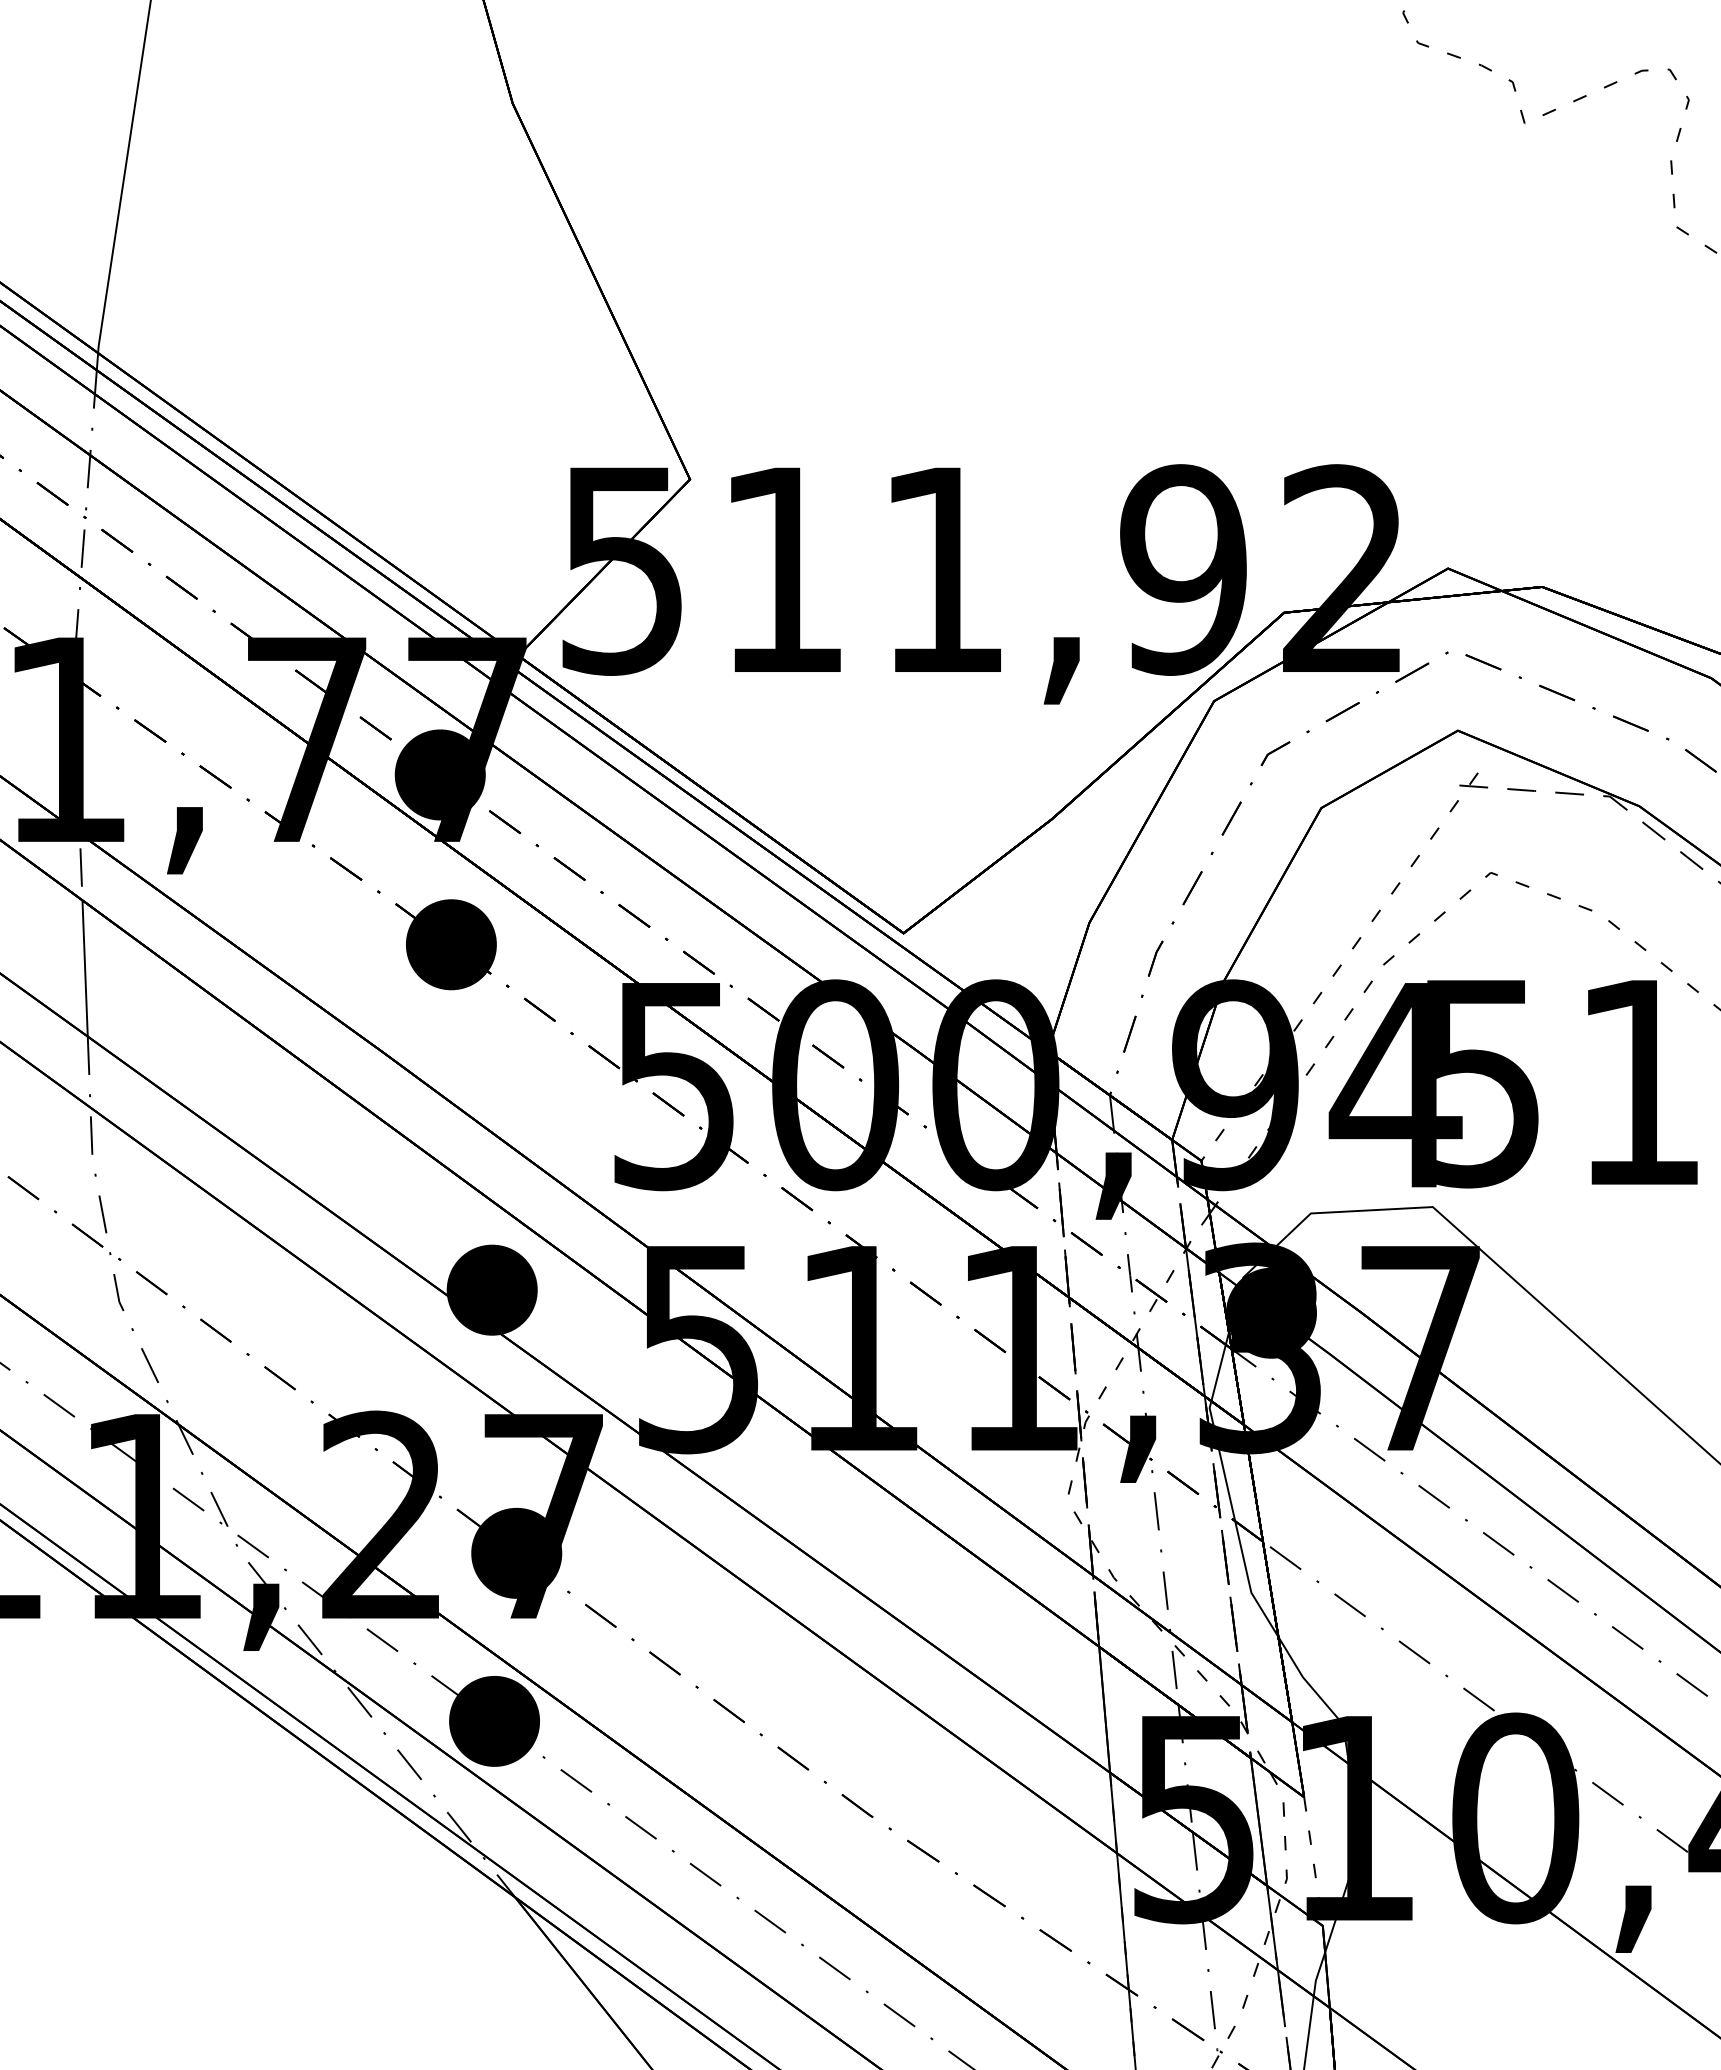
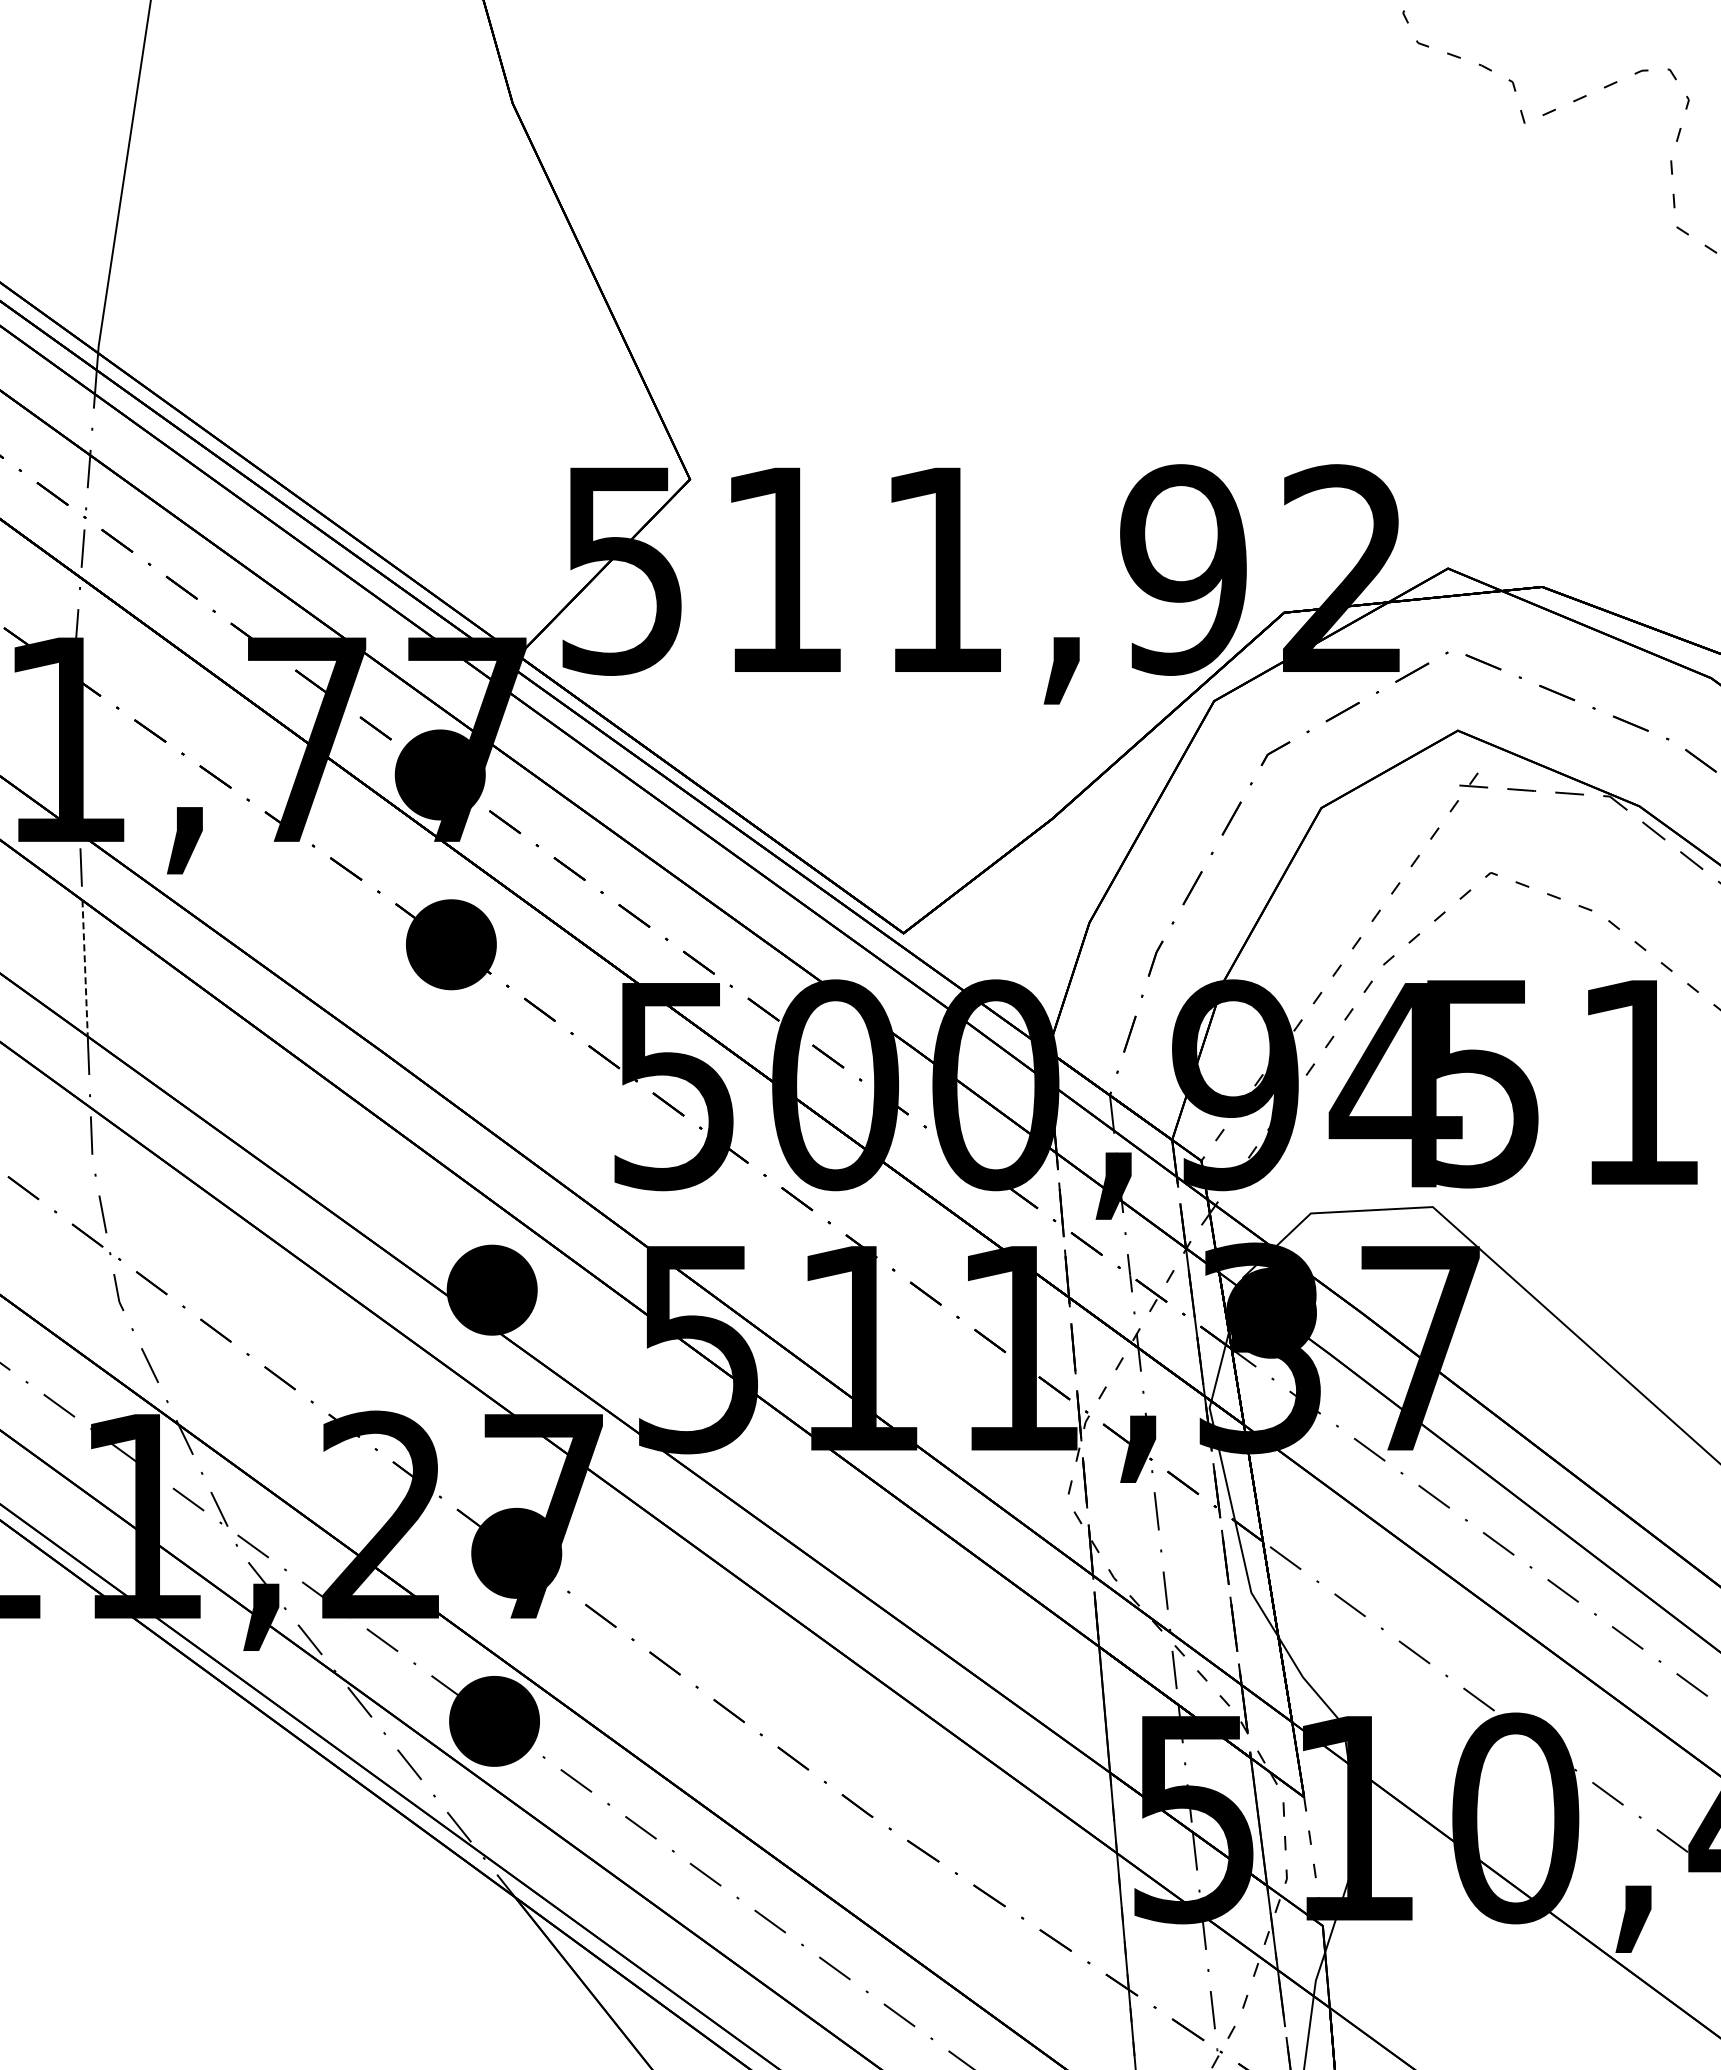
line at (85, 968): solid -> dashed
